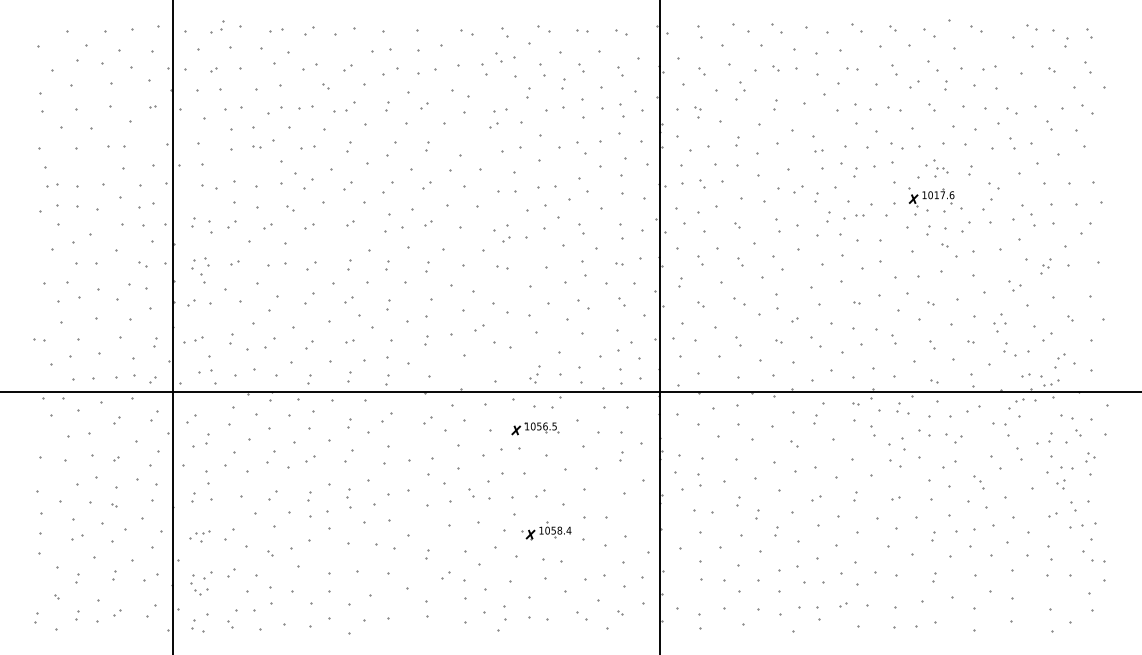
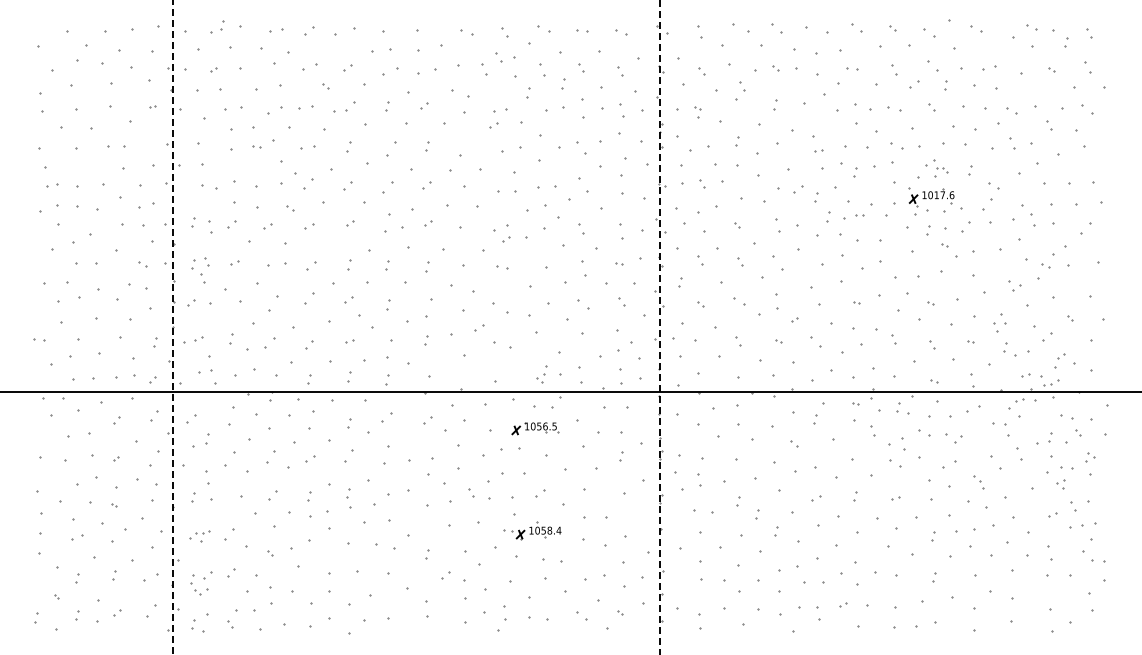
part at (1045, 266) size: 12x17 px -> 18x27 px
line at (173, 327): solid -> dashed
line at (660, 327): solid -> dashed
part at (534, 374) position: (534, 374) -> (541, 374)
part at (546, 530) position: (546, 530) -> (536, 530)
